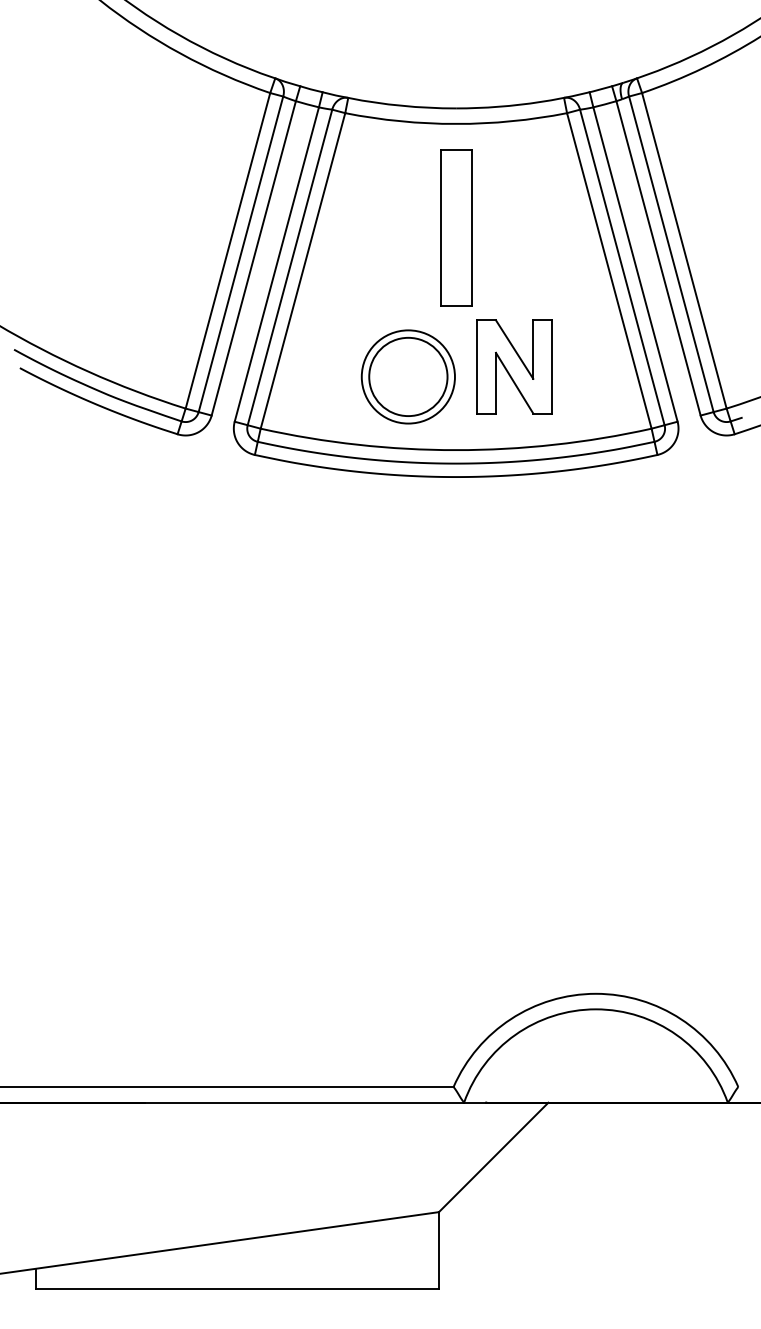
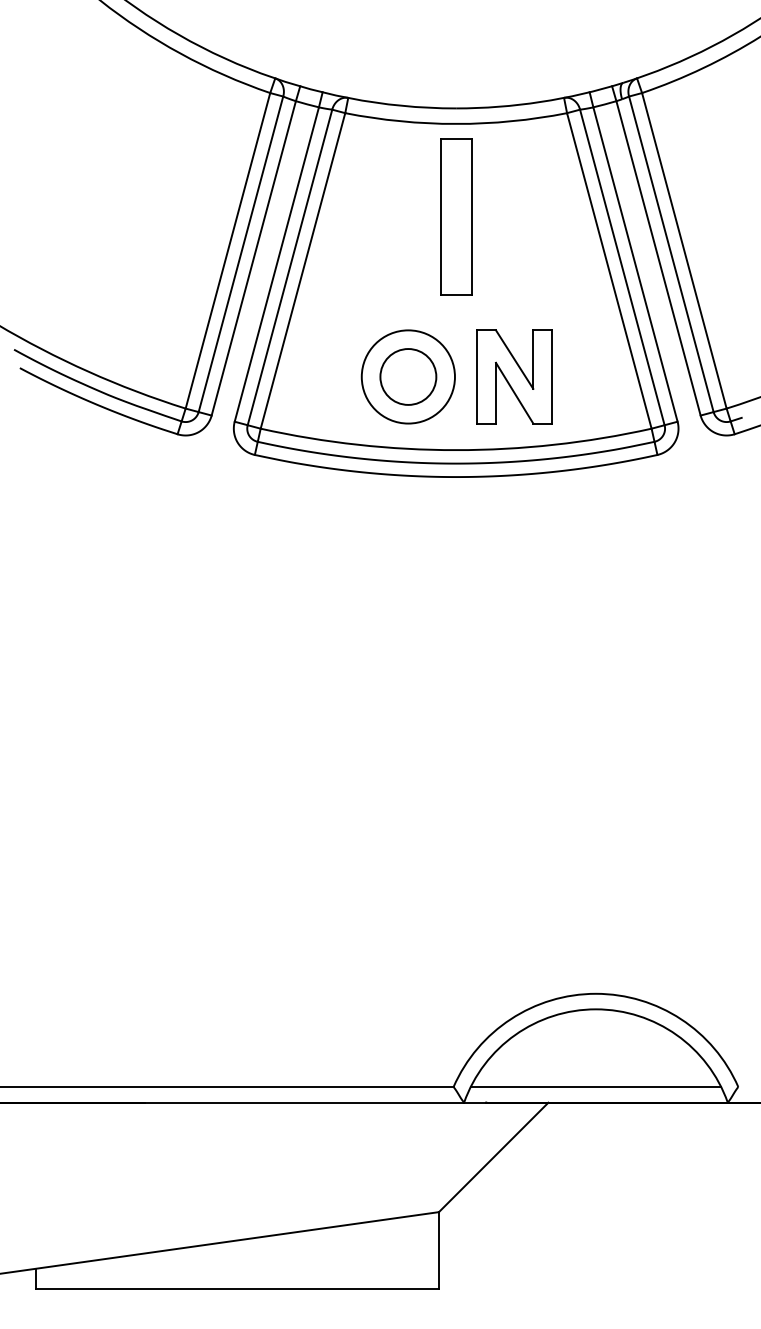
part at (456, 227) position: (456, 227) -> (456, 216)
part at (514, 366) position: (514, 366) -> (514, 376)
circle at (408, 376) diameter: 78 px -> 56 px
line at (595, 1087): none -> present
